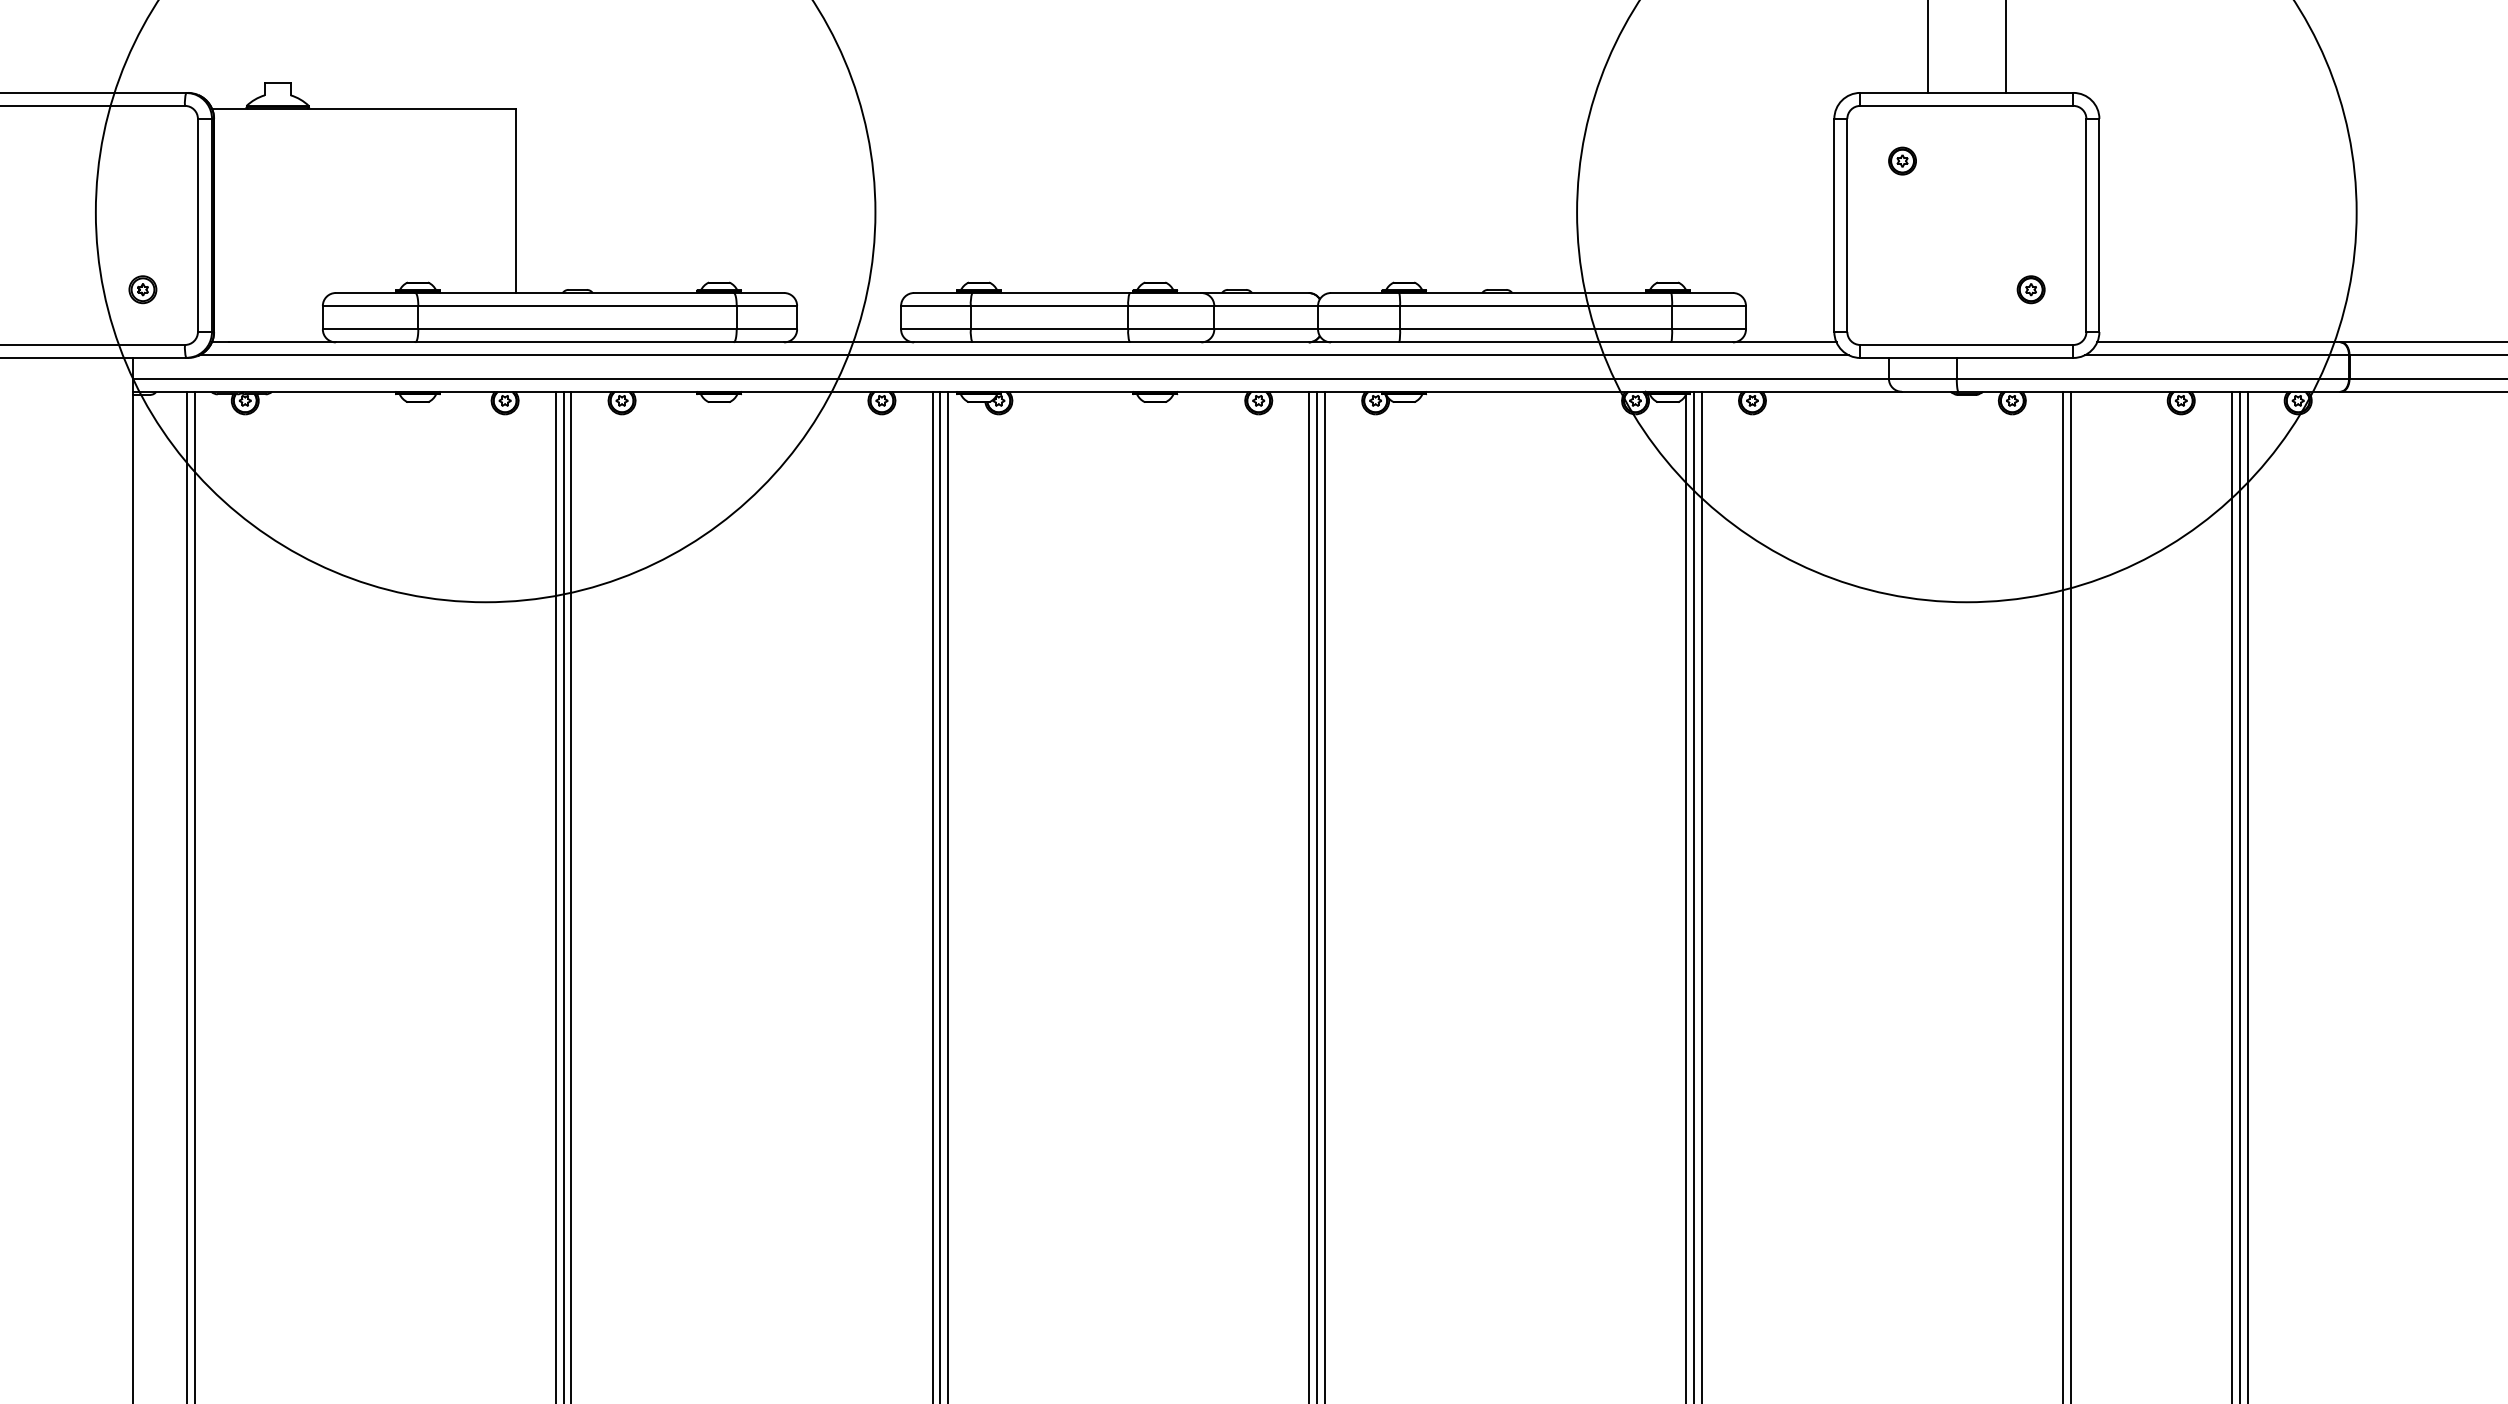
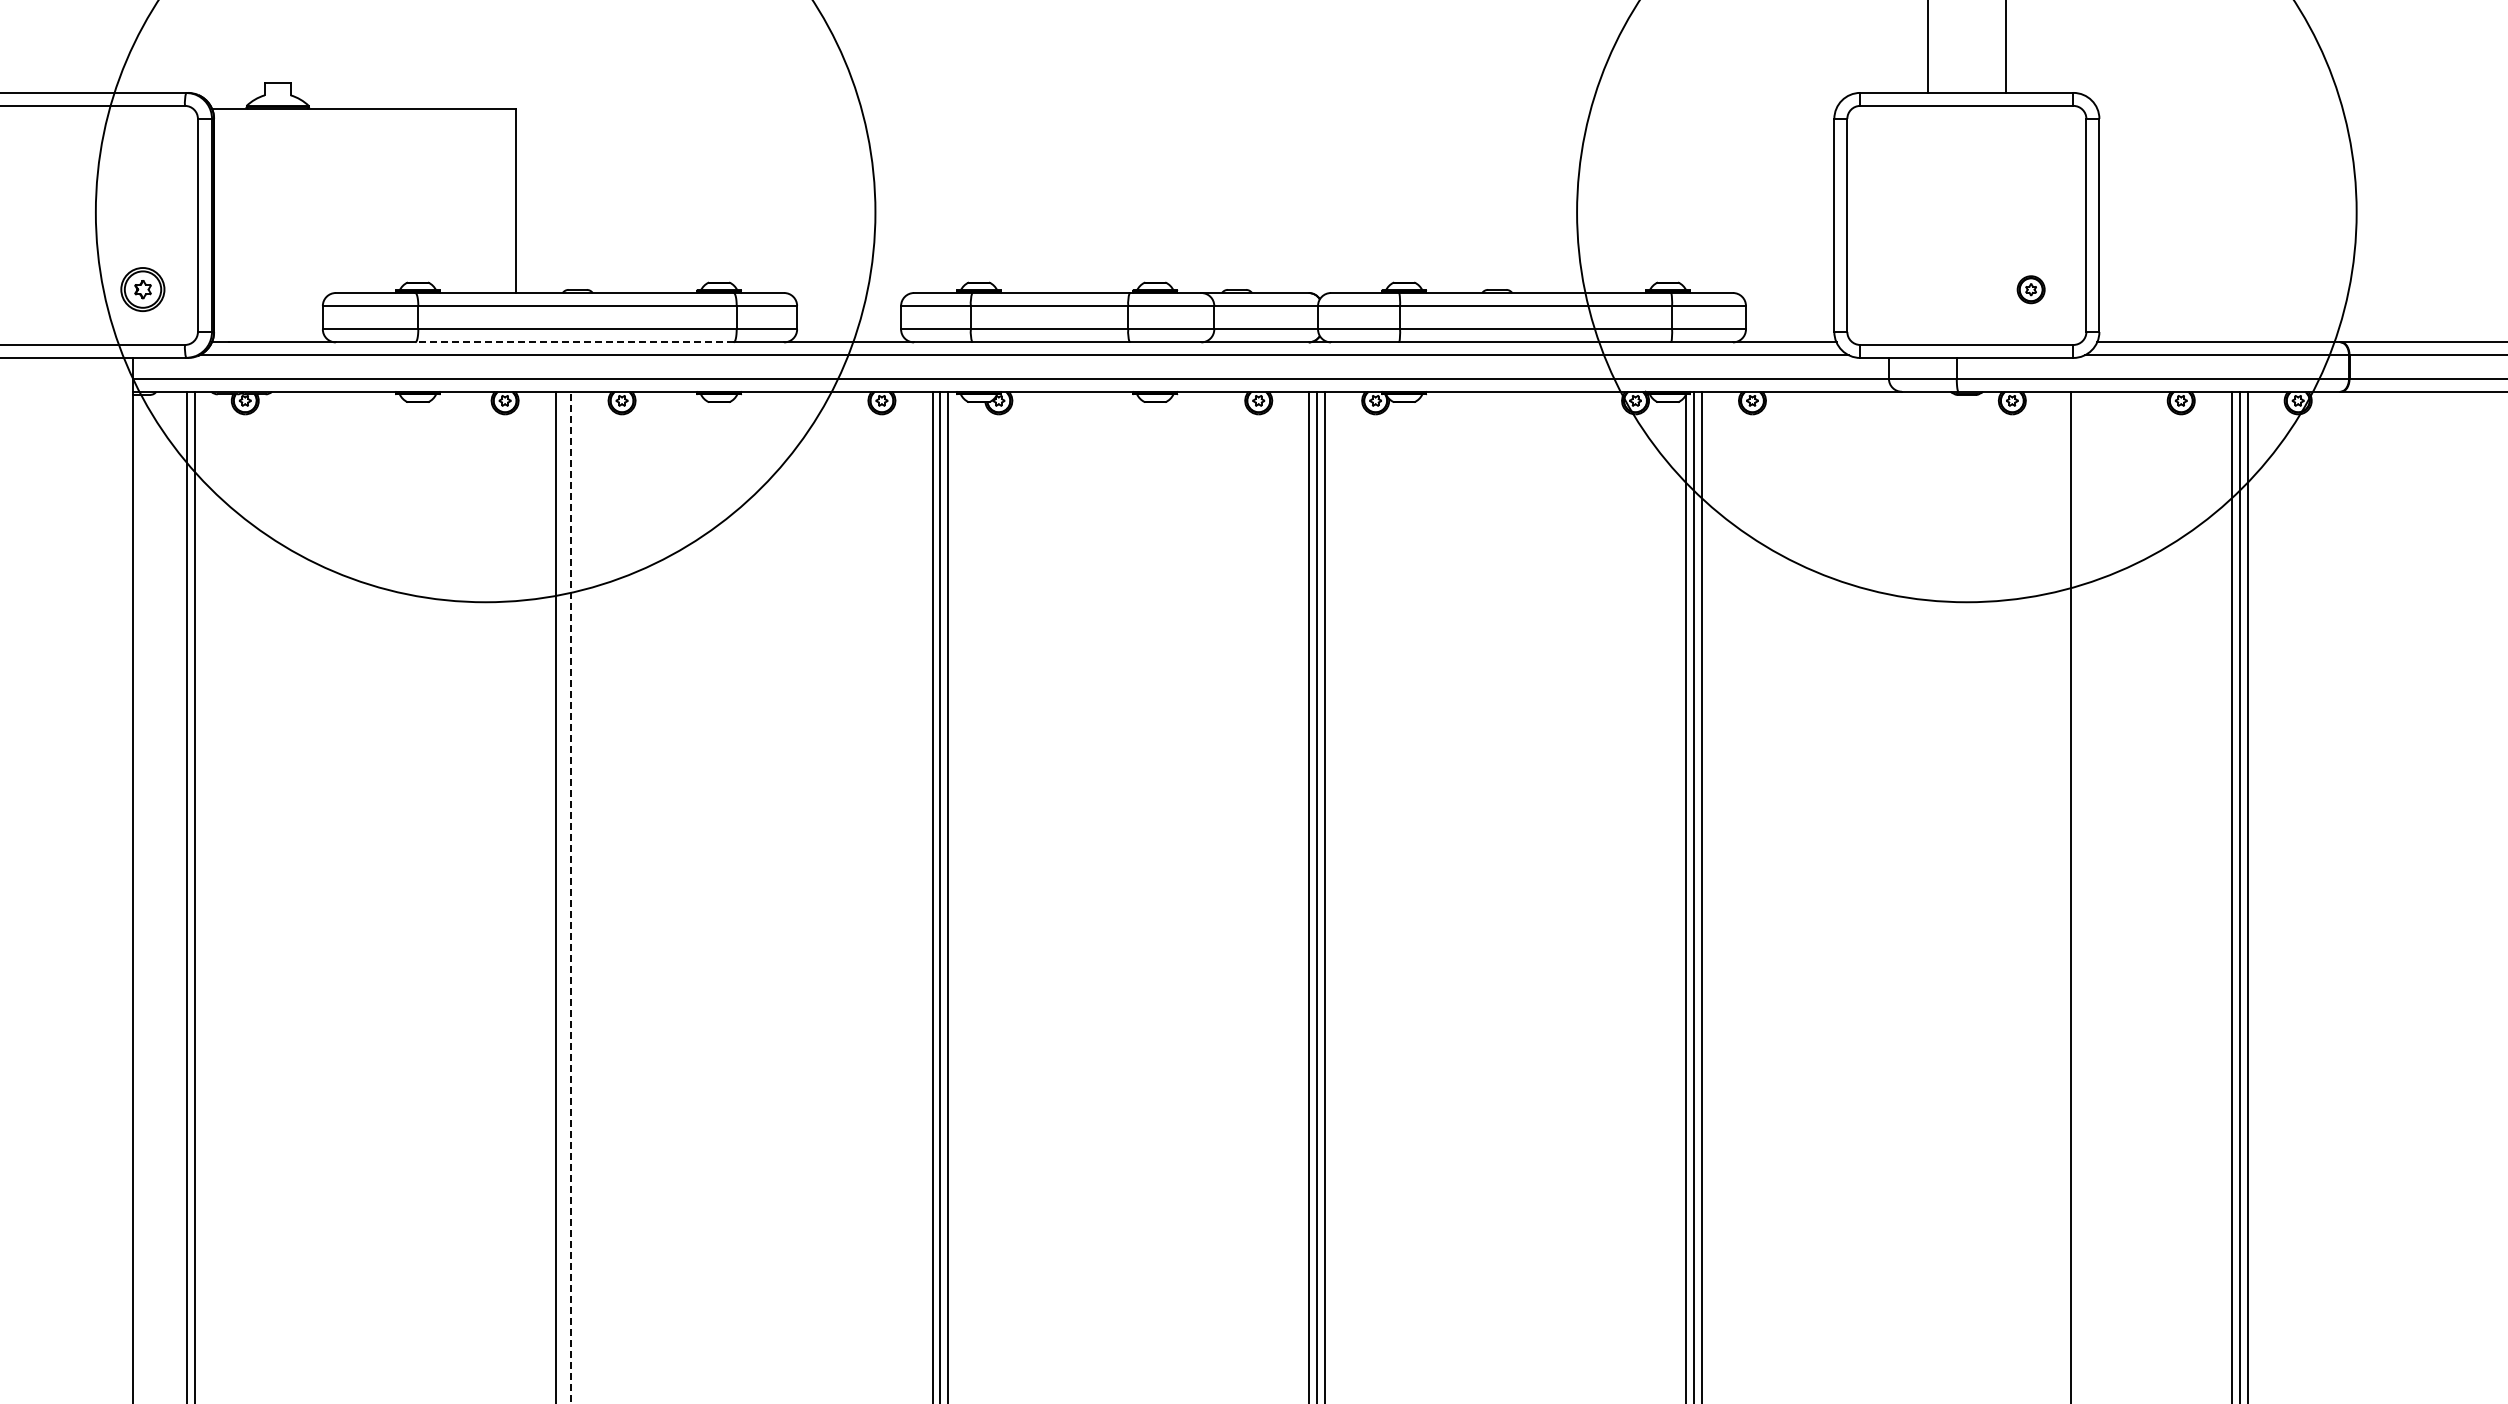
part at (1902, 160): present -> none
part at (142, 289) size: 30x30 px -> 46x45 px
line at (574, 342): solid -> dashed
line at (563, 895): present -> none
line at (2063, 895): present -> none
line at (571, 897): solid -> dashed
